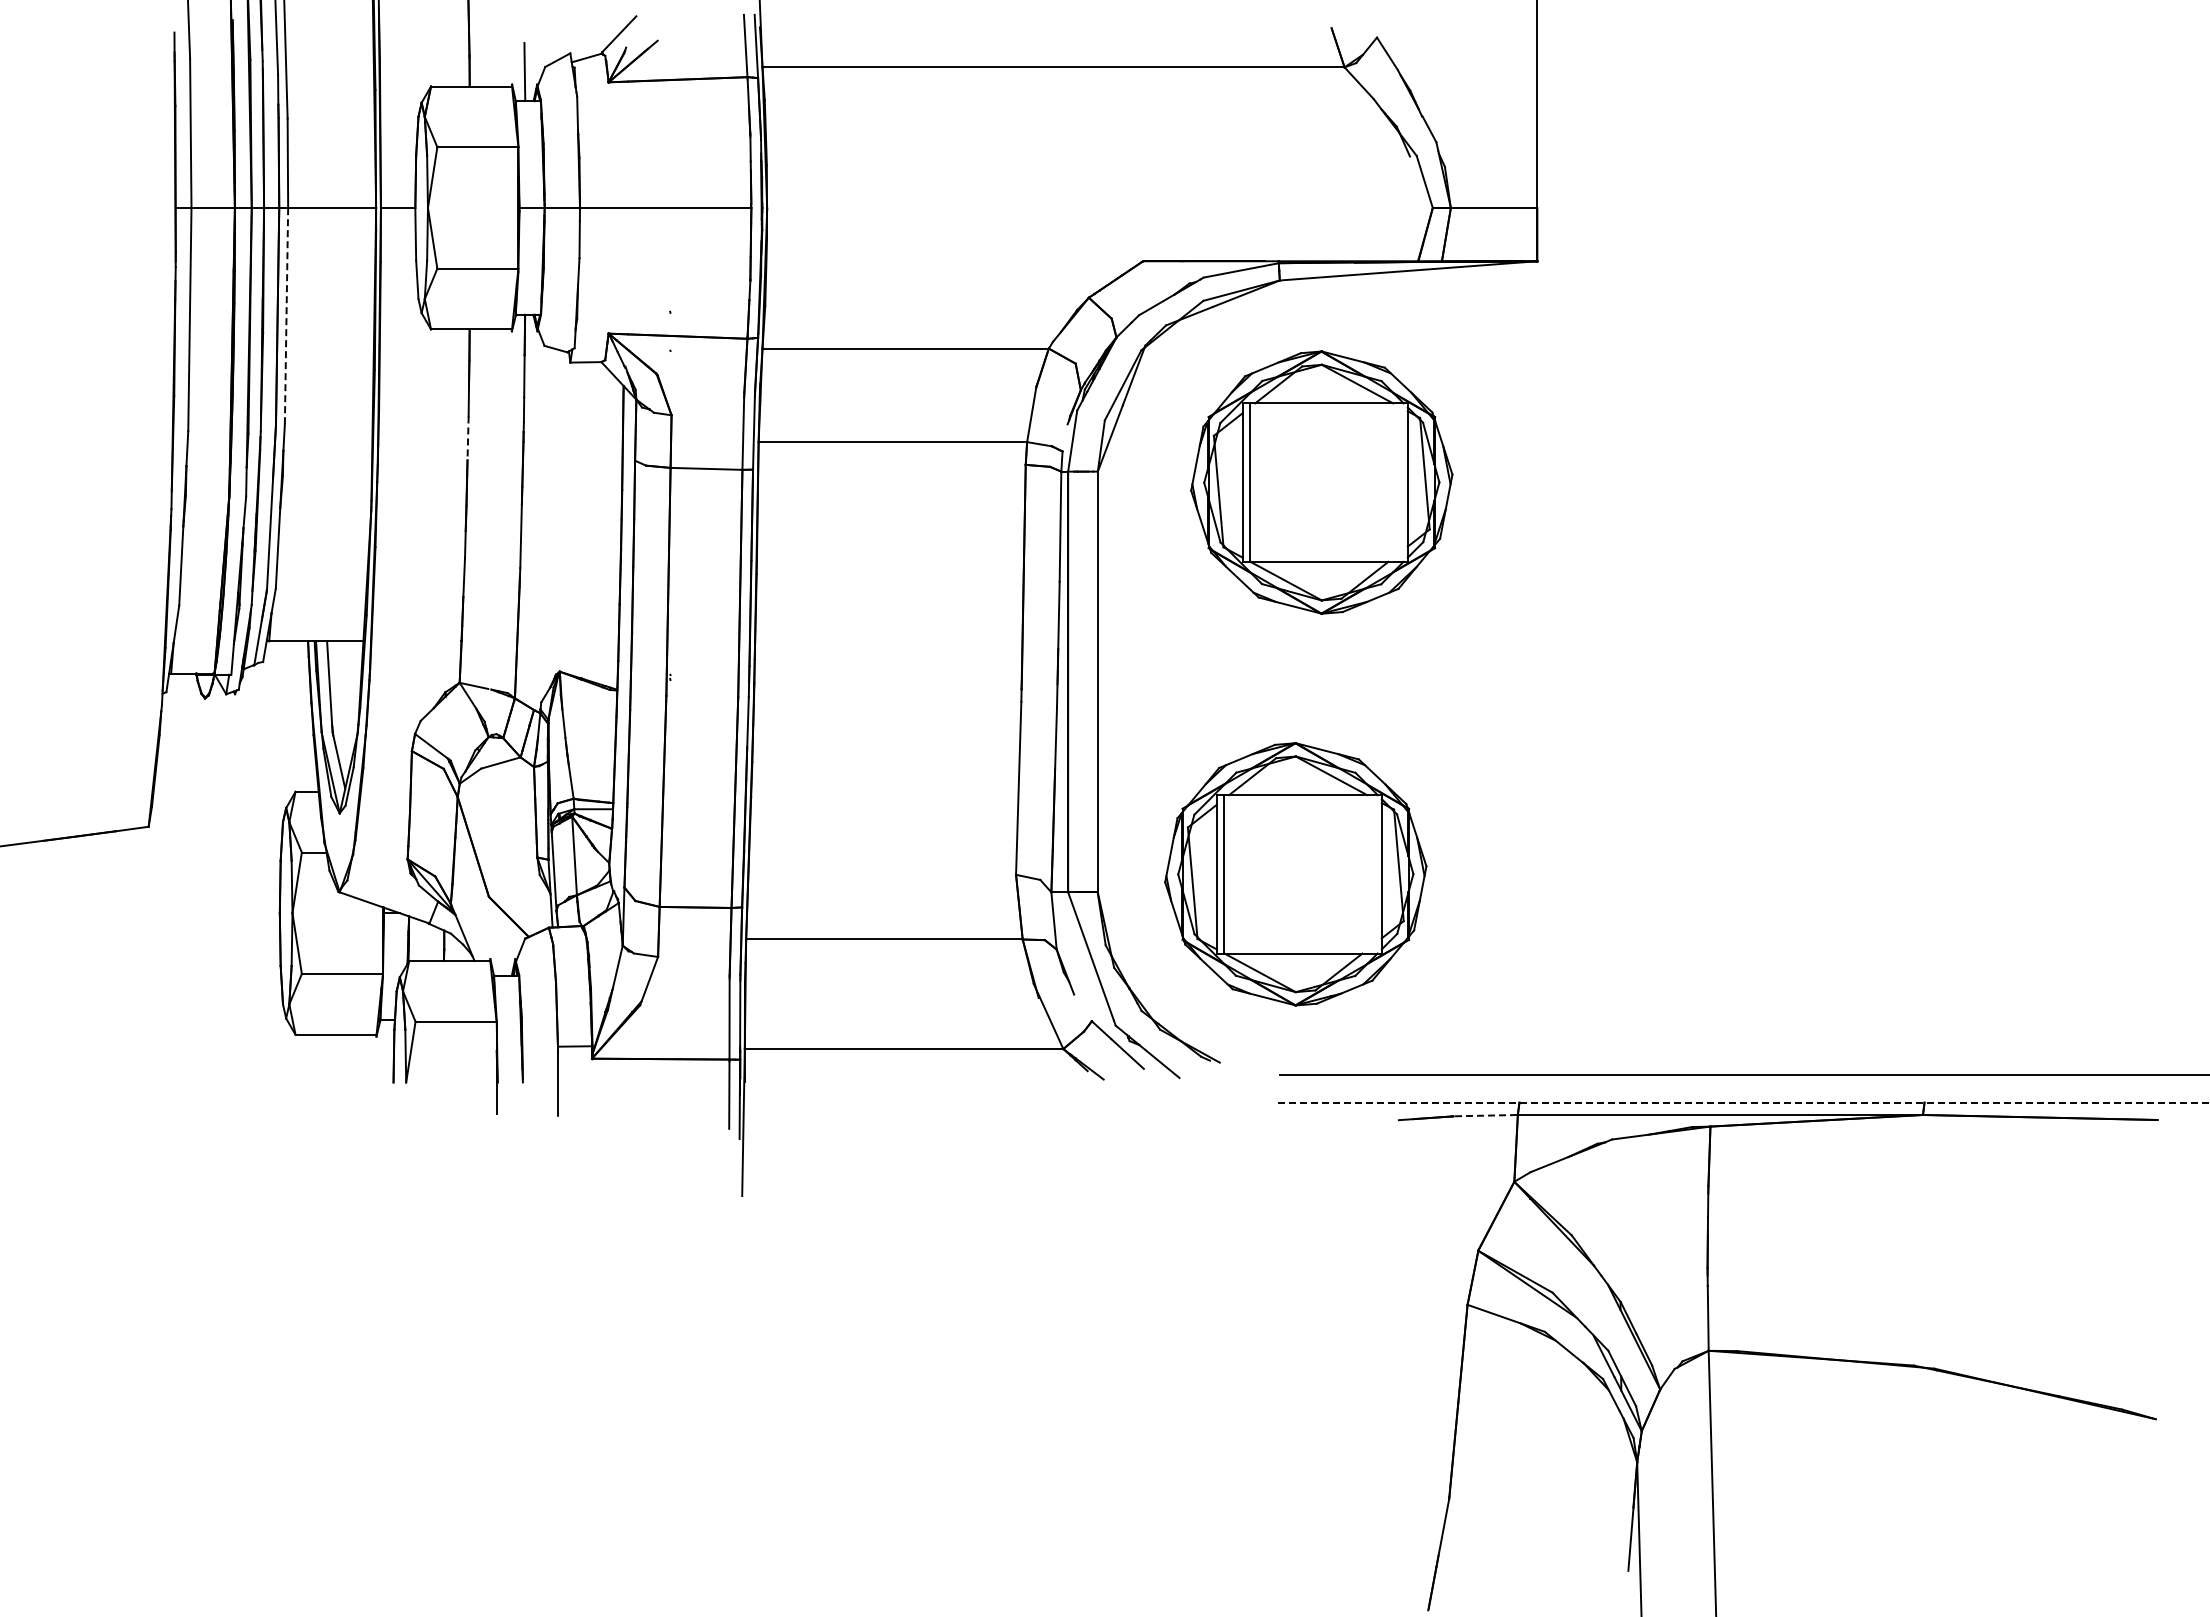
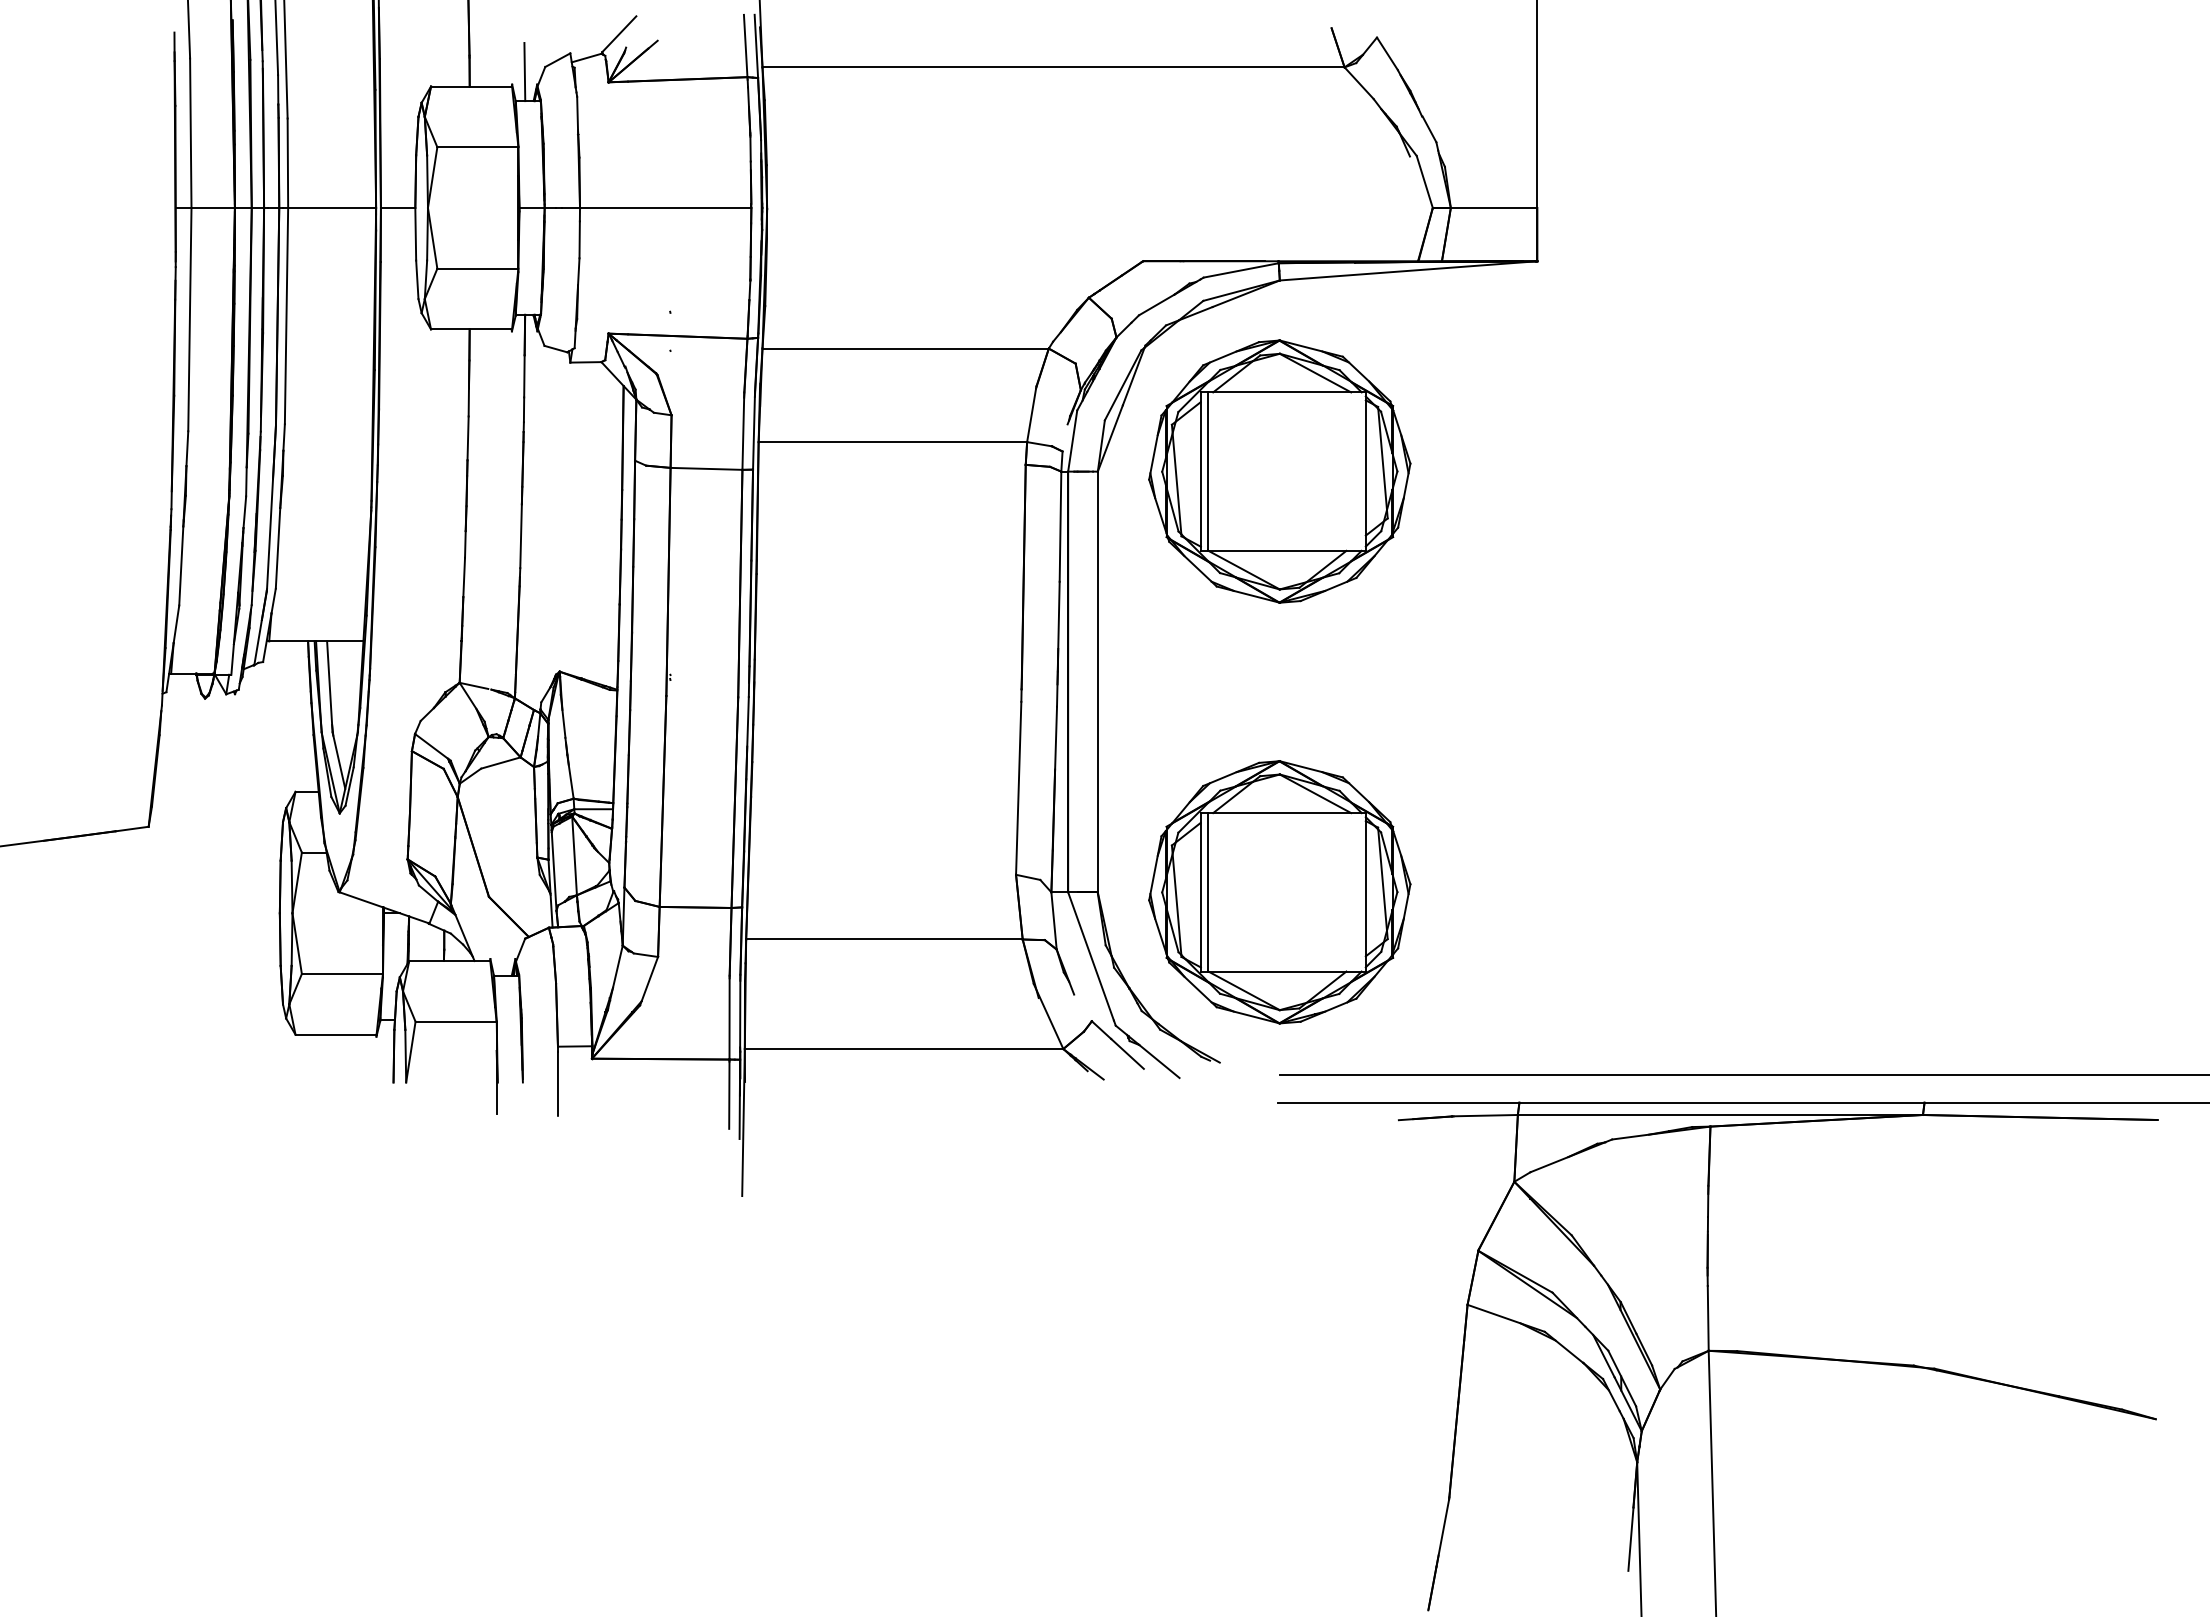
line at (286, 315): dashed -> solid
line at (468, 438): dashed -> solid
part at (1321, 482) position: (1321, 482) -> (1279, 471)
part at (1295, 874) position: (1295, 874) -> (1279, 892)
line at (1744, 1102): dashed -> solid
line at (1486, 1115): dashed -> solid
